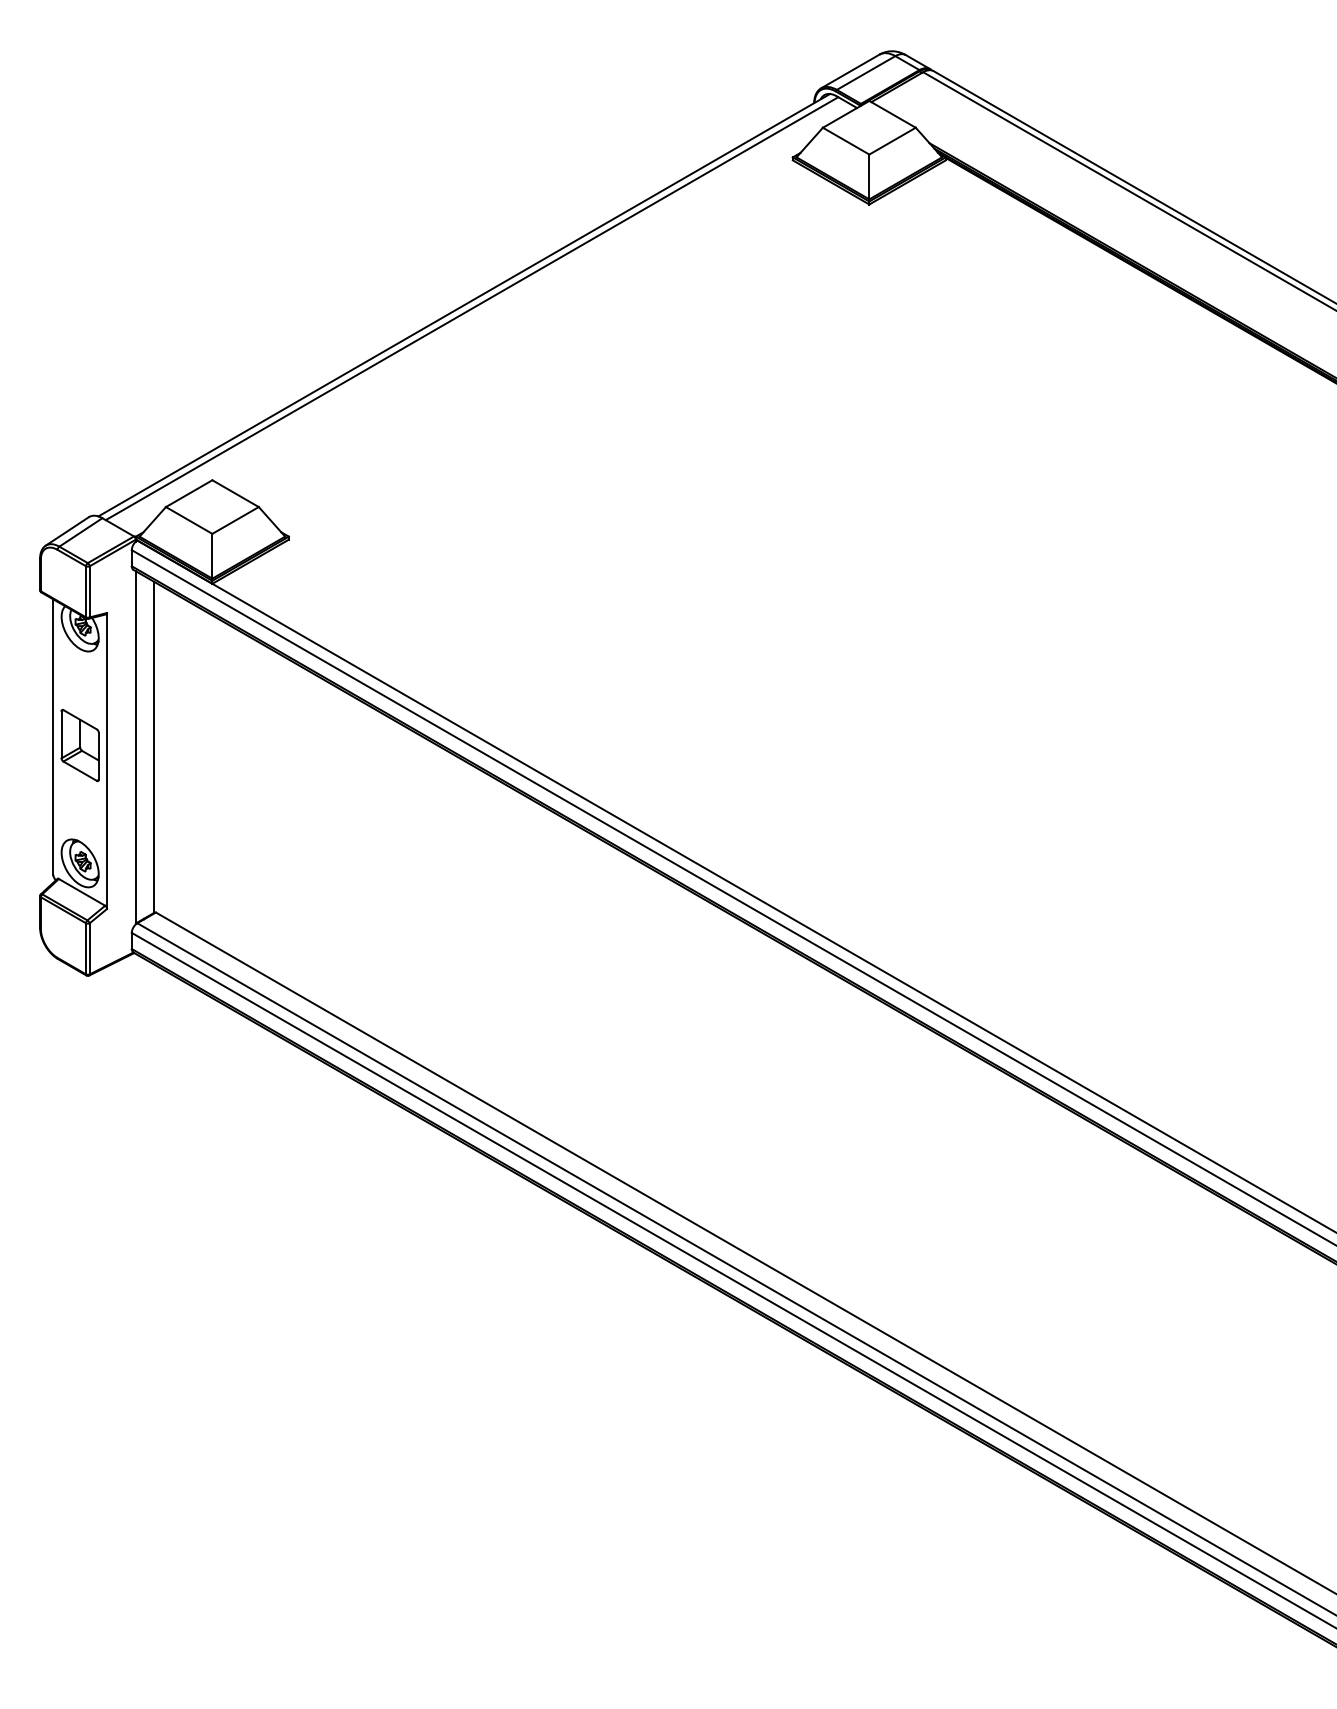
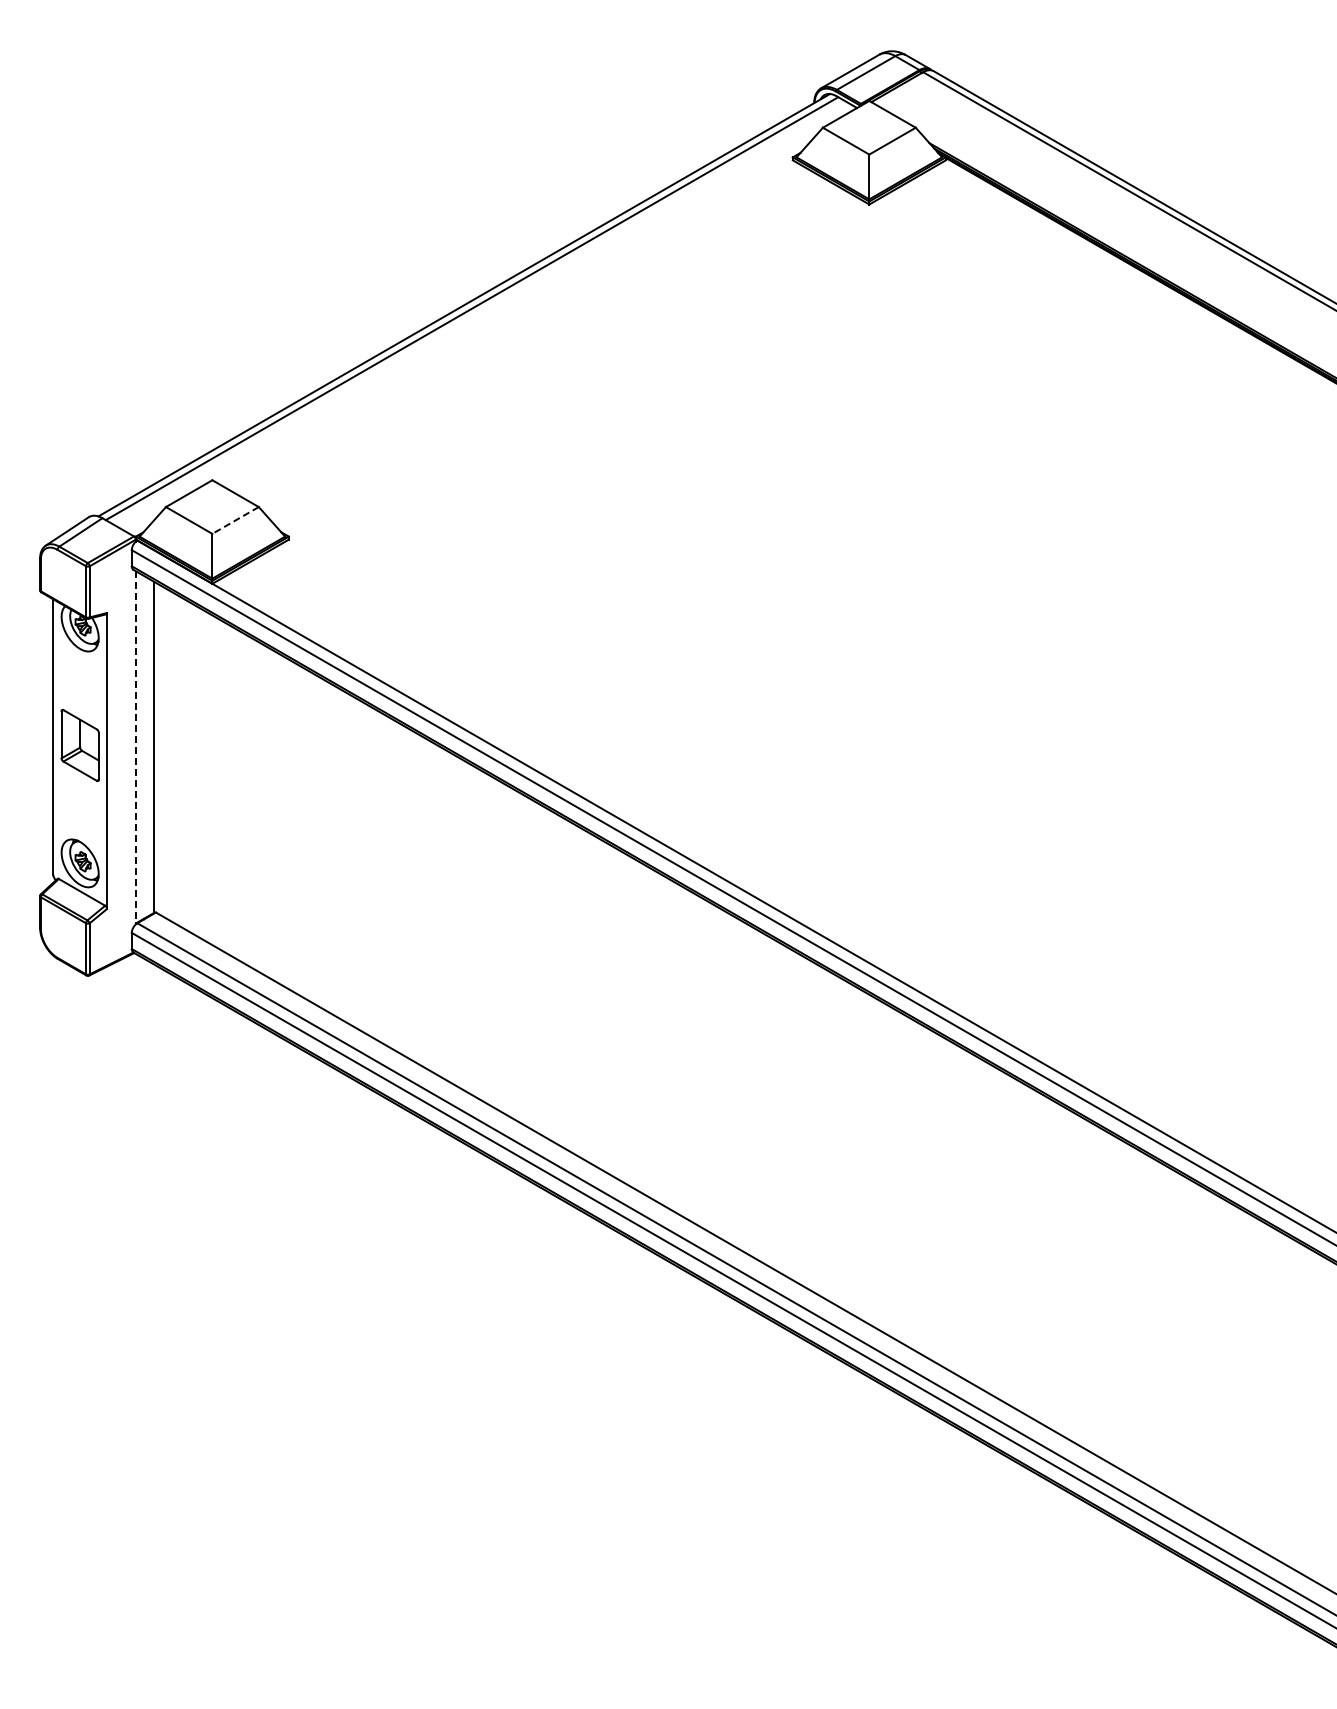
line at (235, 520): solid -> dashed
line at (135, 747): solid -> dashed
